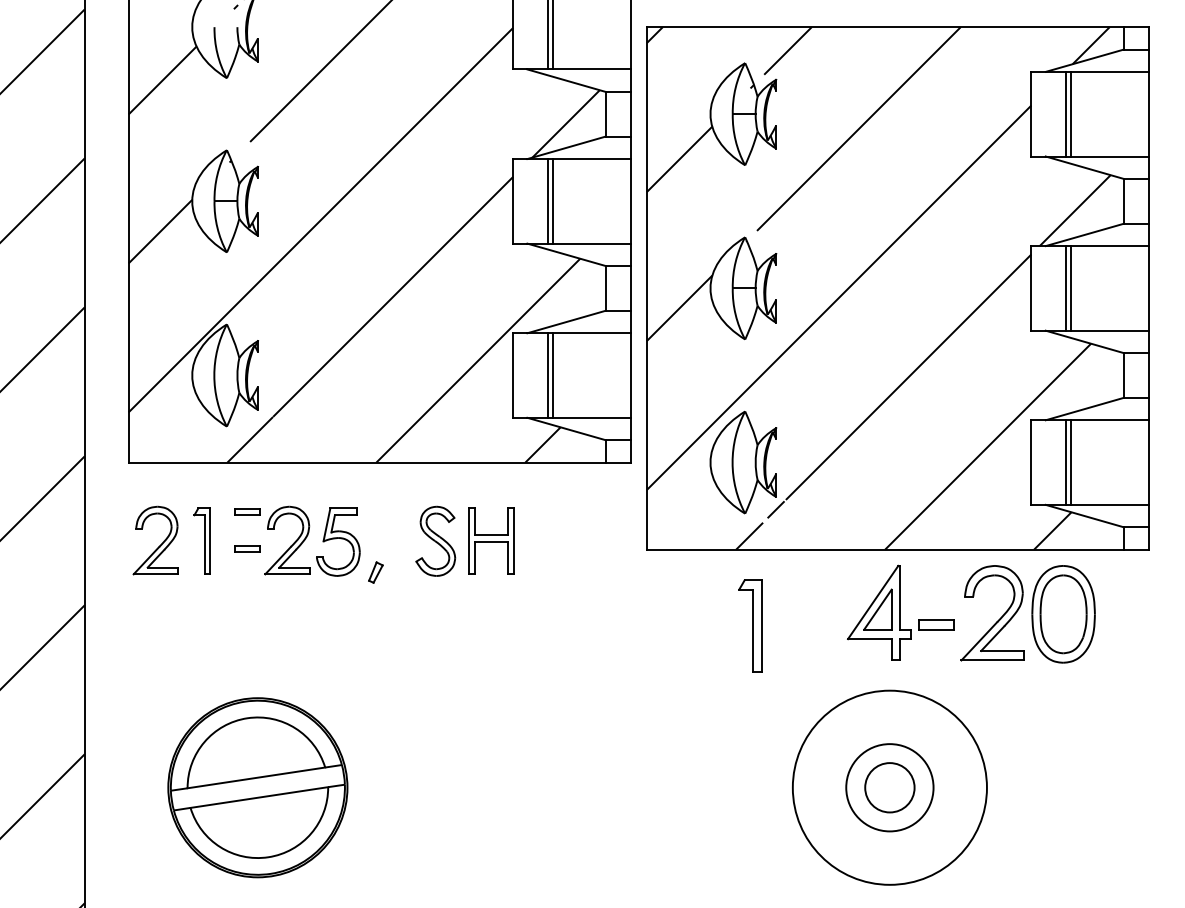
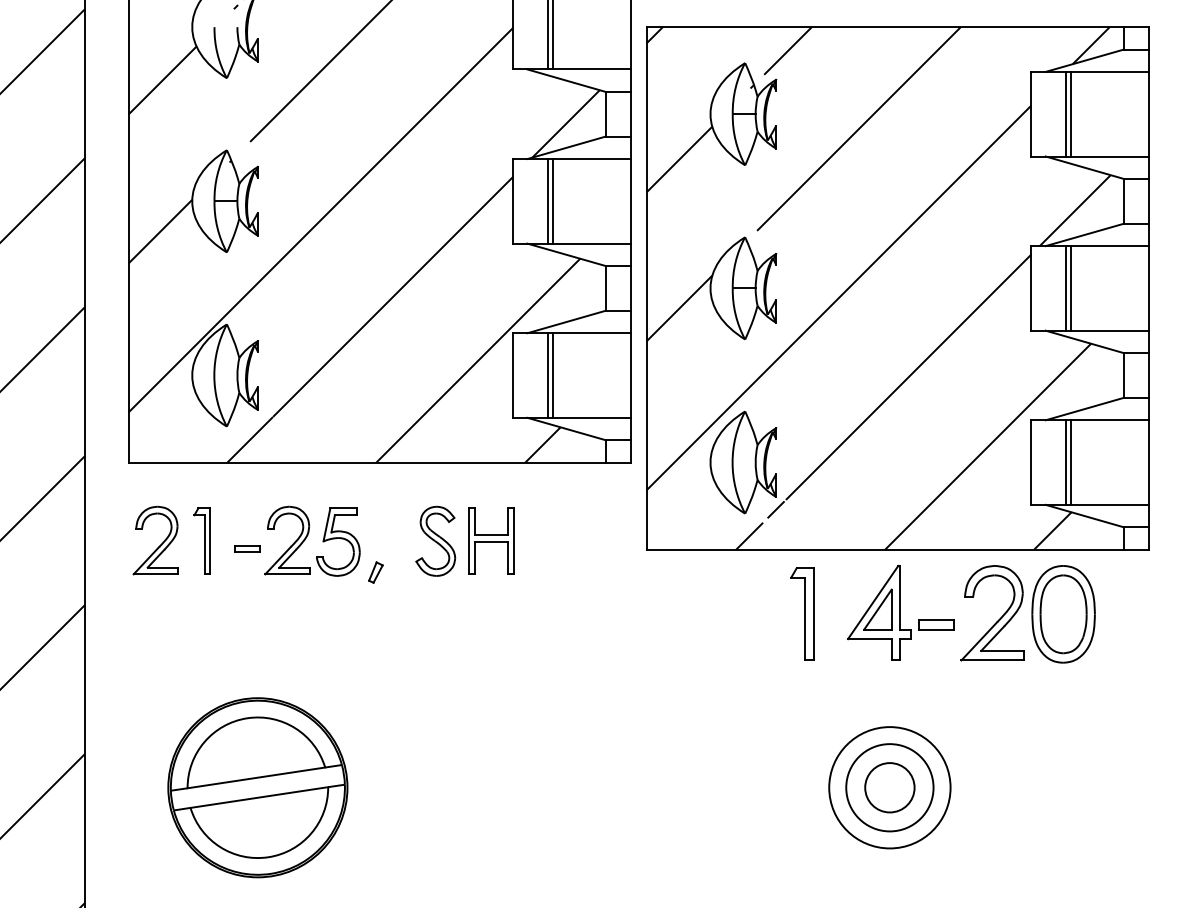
part at (247, 511): present -> none
part at (750, 625) position: (750, 625) -> (802, 613)
circle at (889, 787) diameter: 194 px -> 121 px
